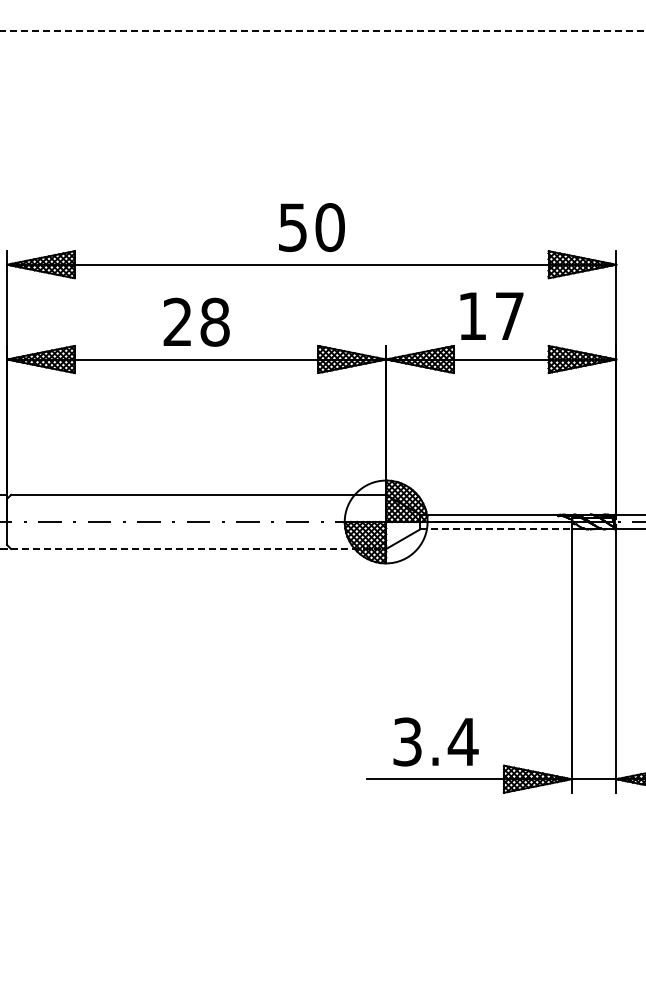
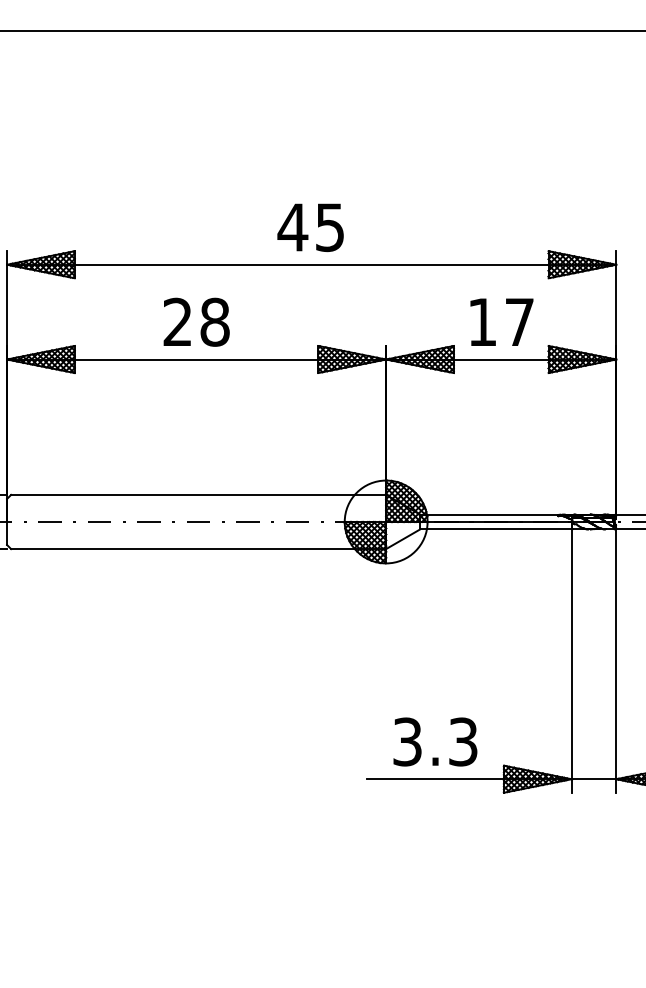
line at (322, 30): dashed -> solid
text at (310, 227): 50 -> 45
text at (491, 315) position: (491, 315) -> (501, 321)
line at (495, 529): dashed -> solid
line at (198, 549): dashed -> solid
text at (462, 741): 3.4 -> 3.3
